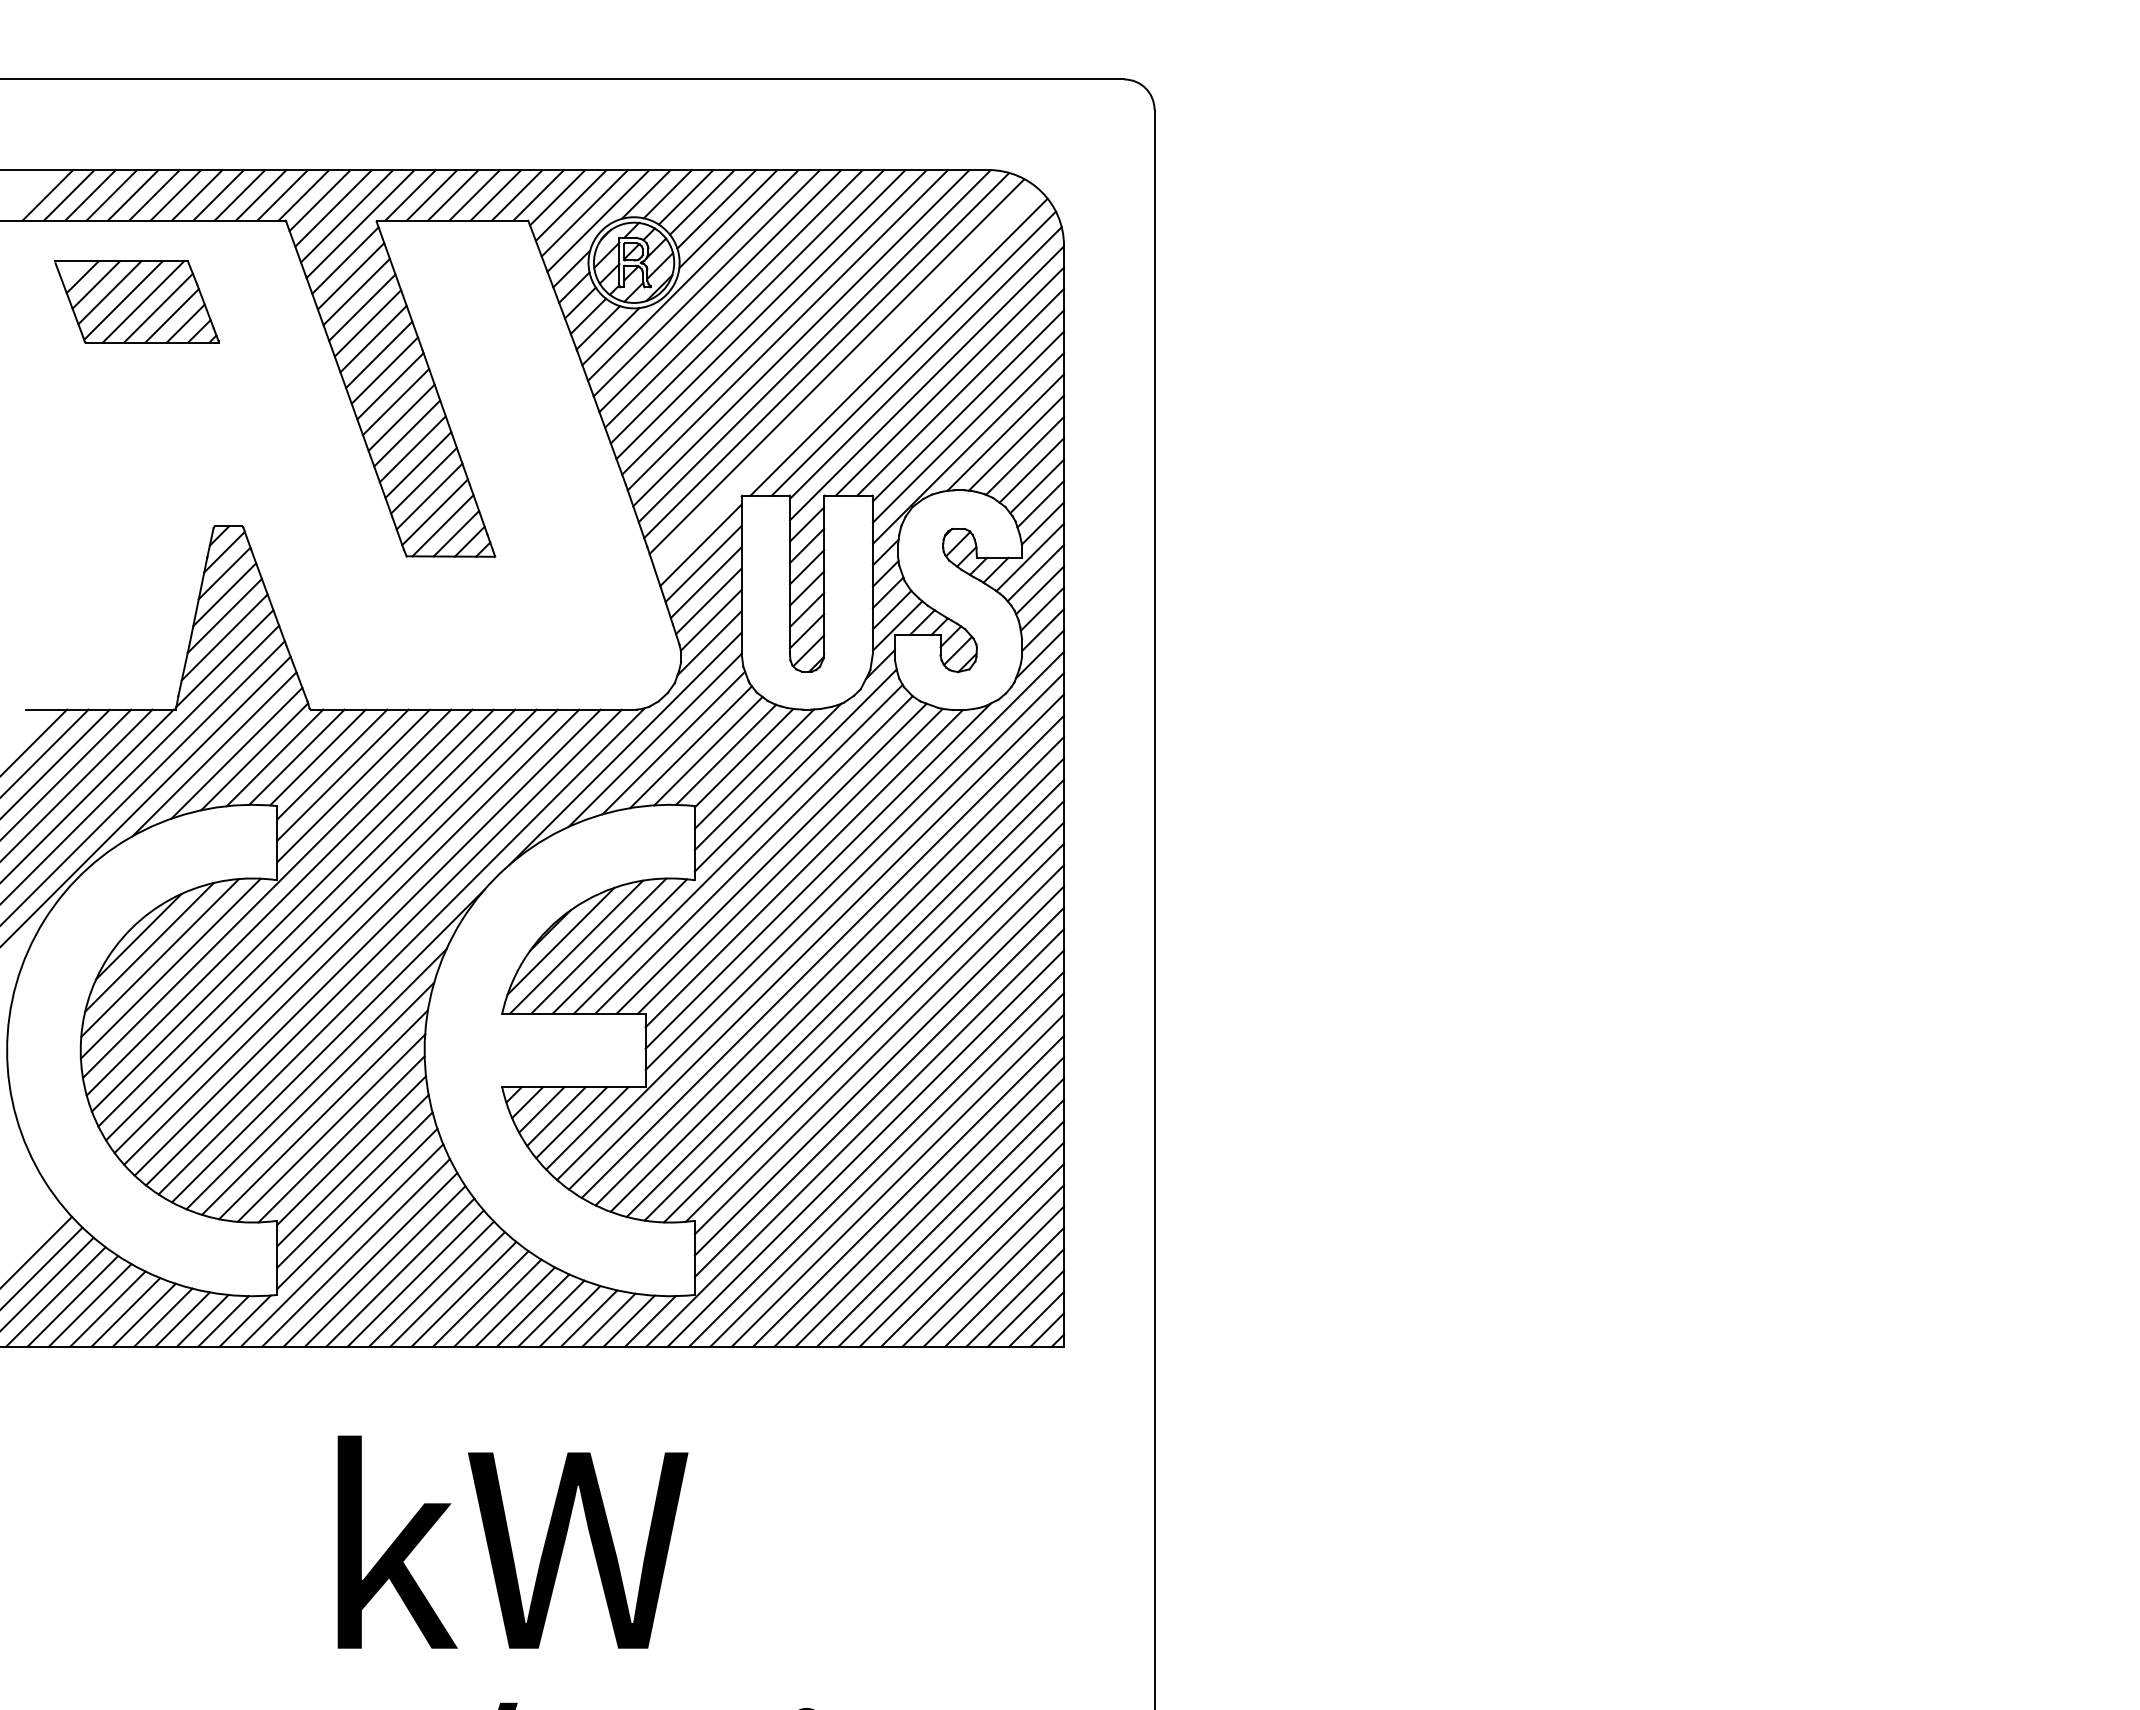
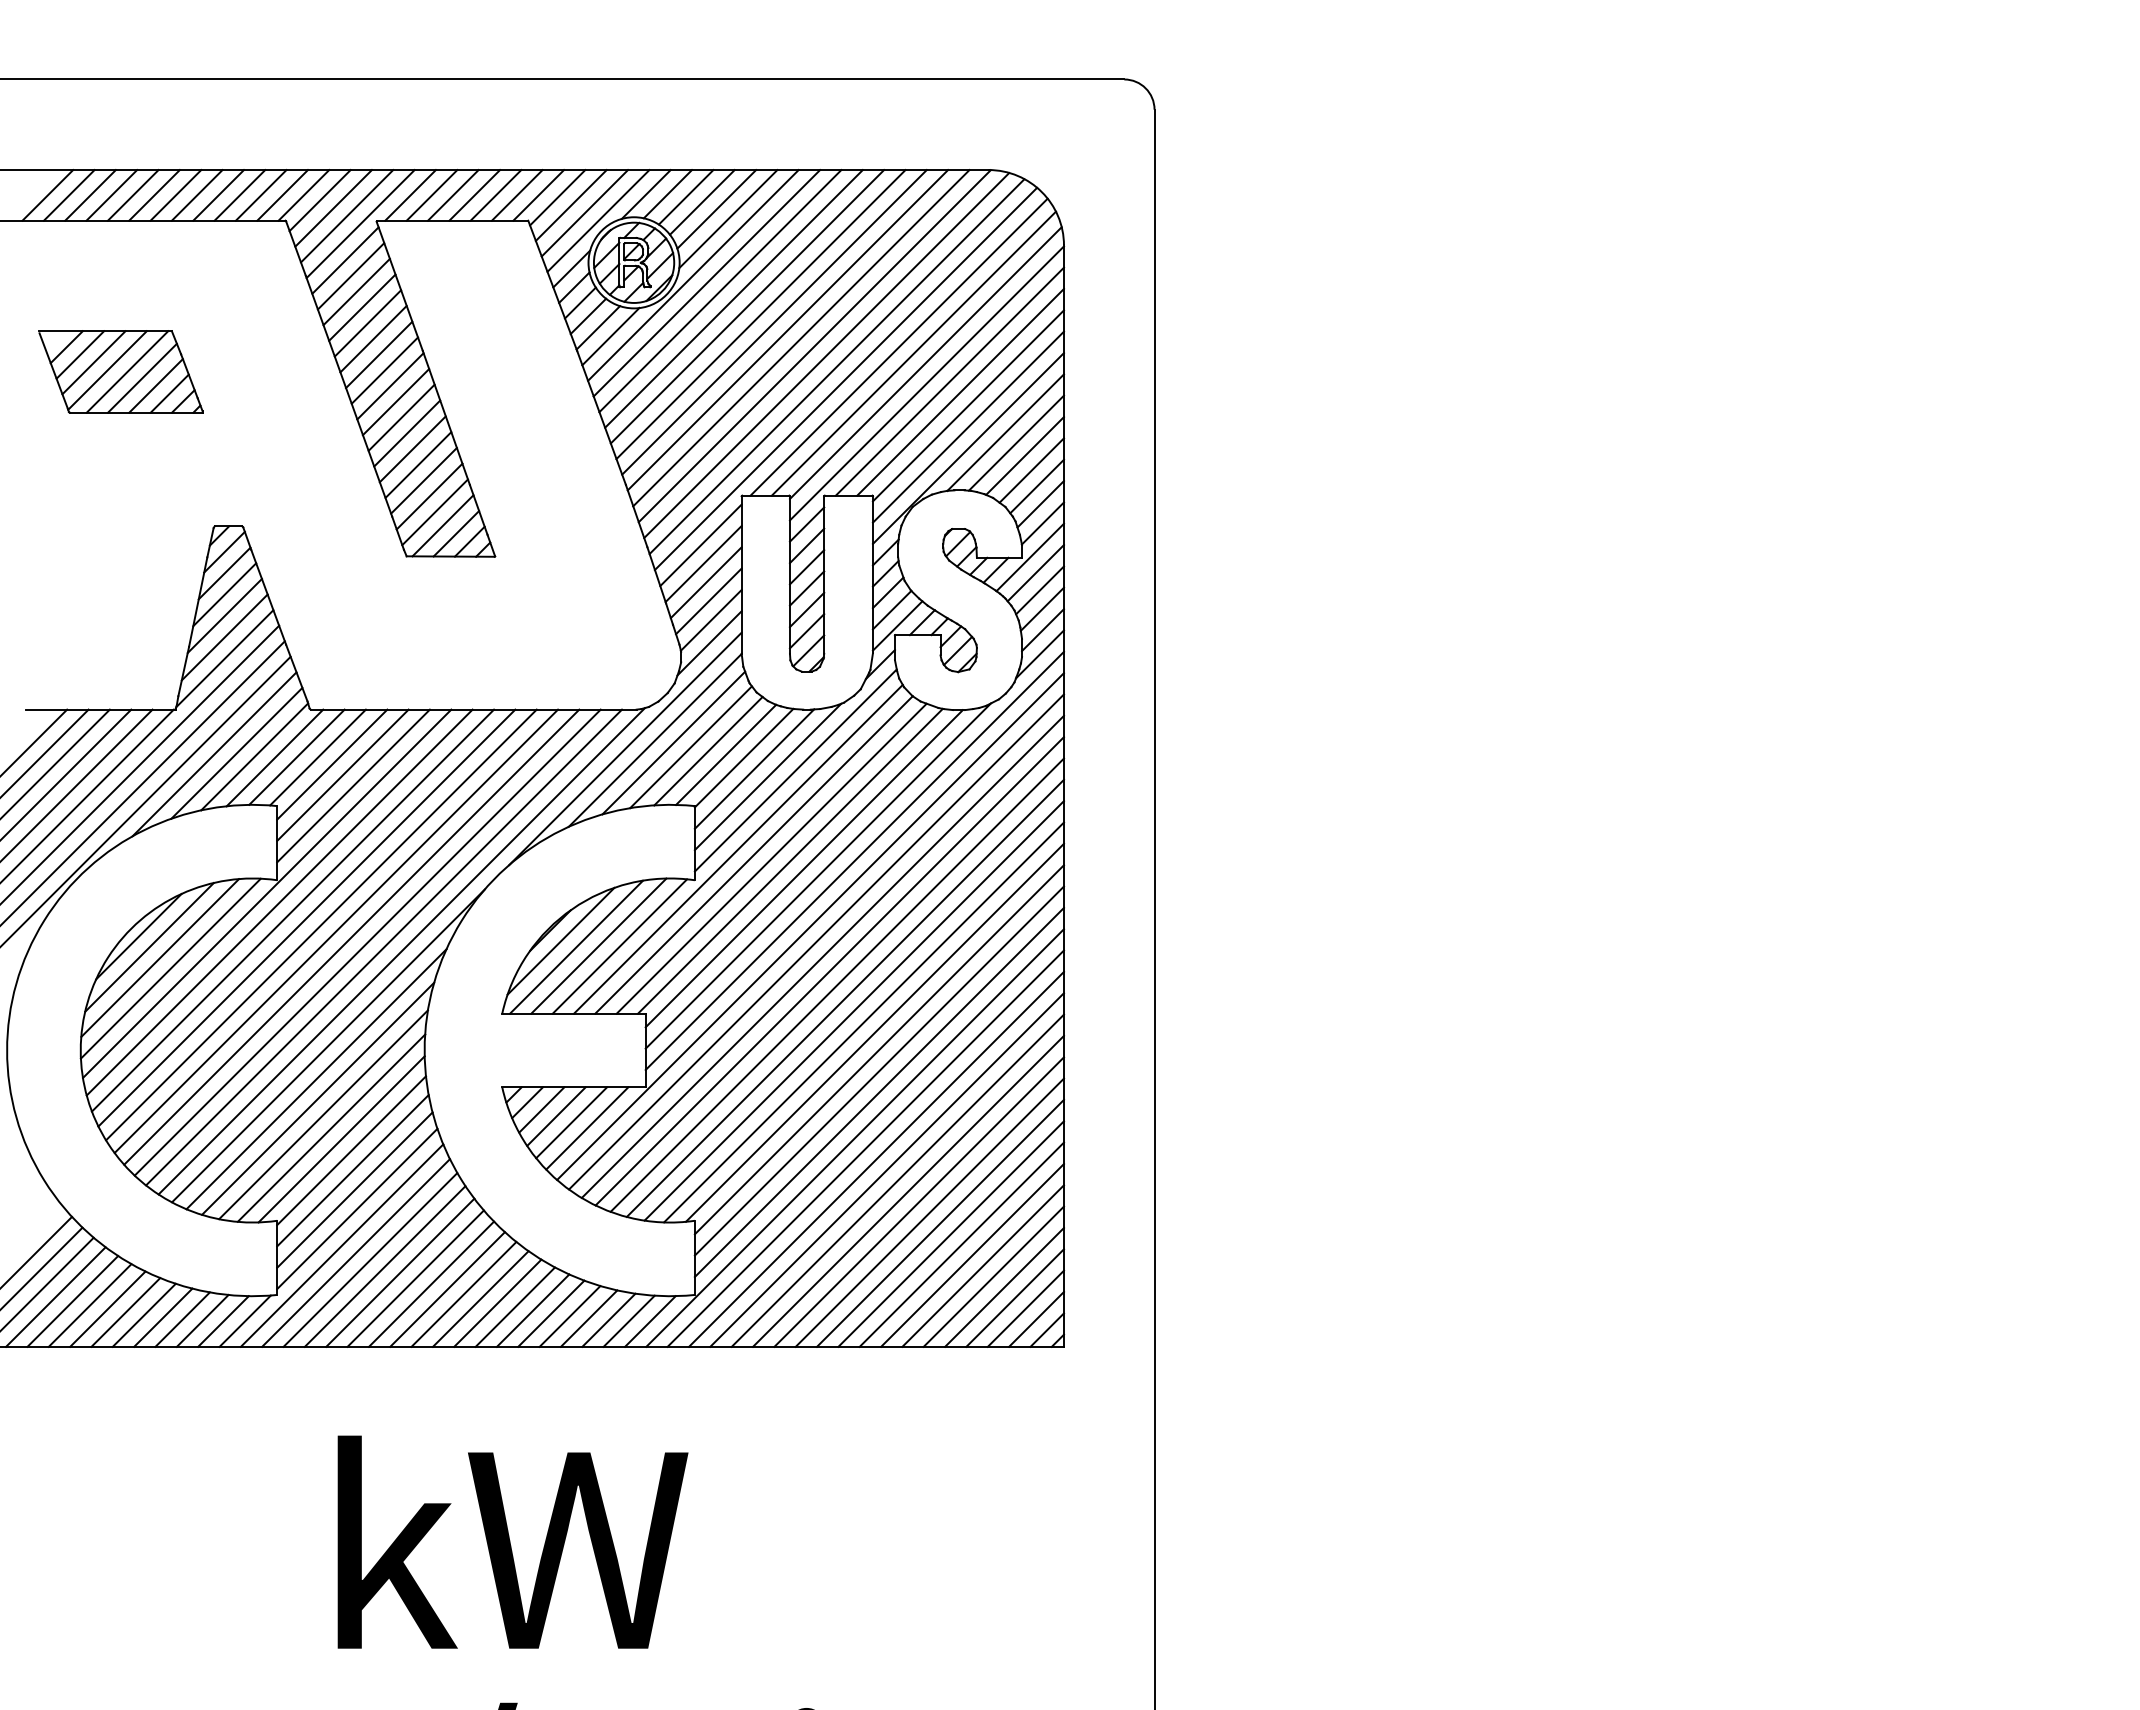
part at (136, 301) position: (136, 301) -> (120, 371)
line at (845, 378): none -> present
